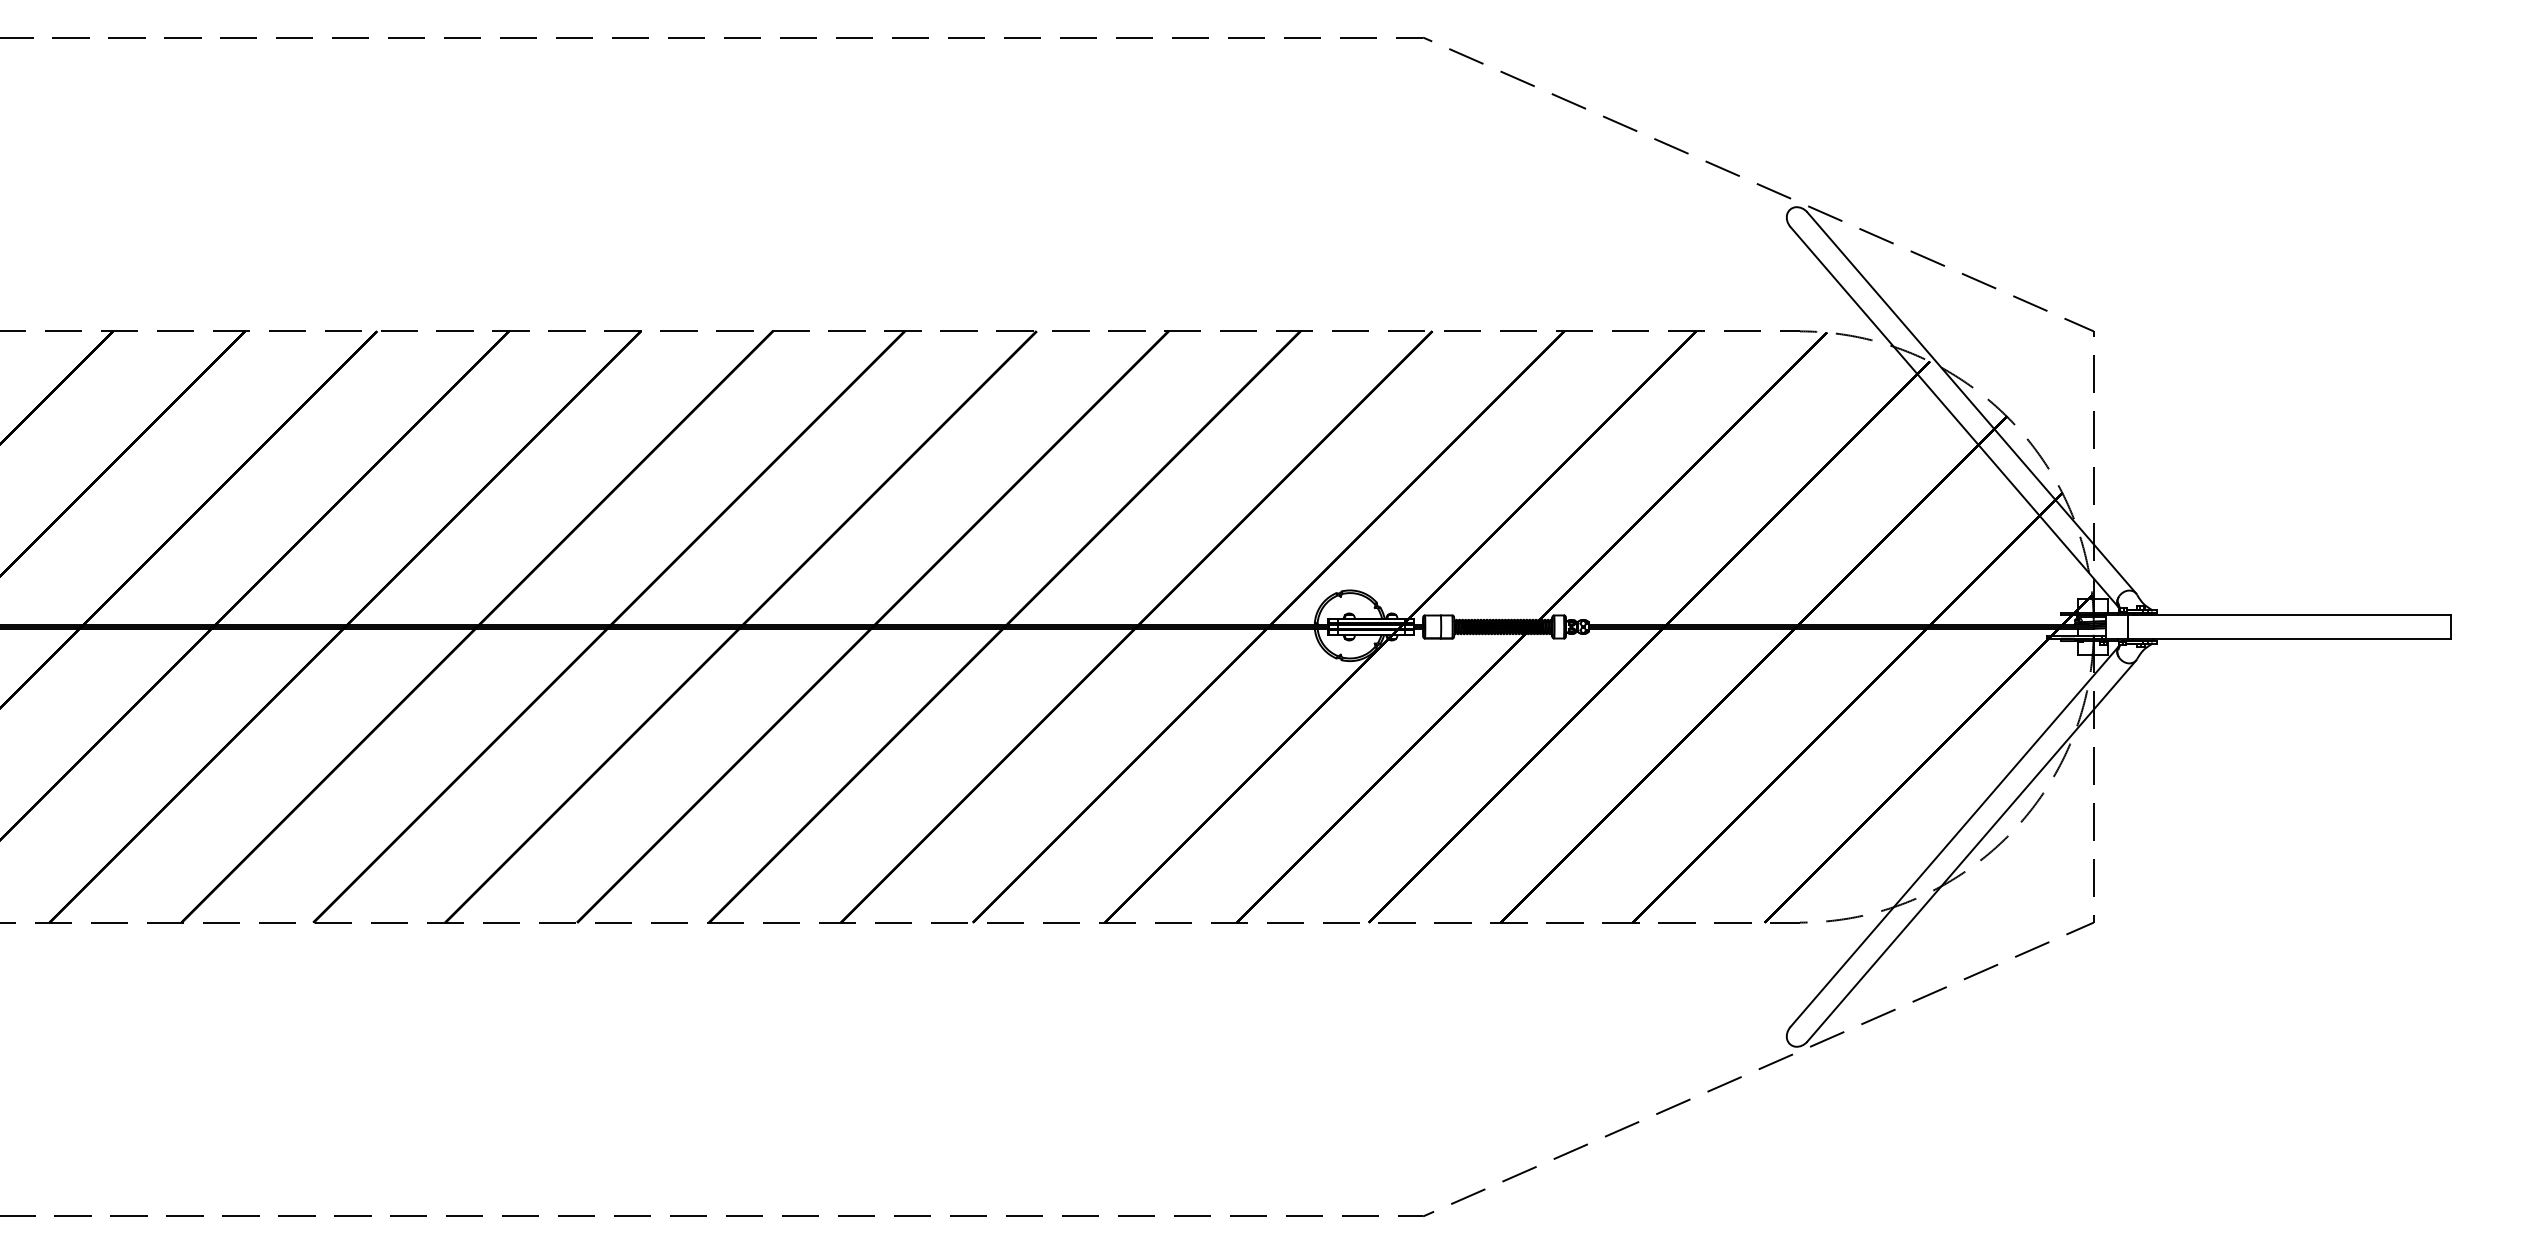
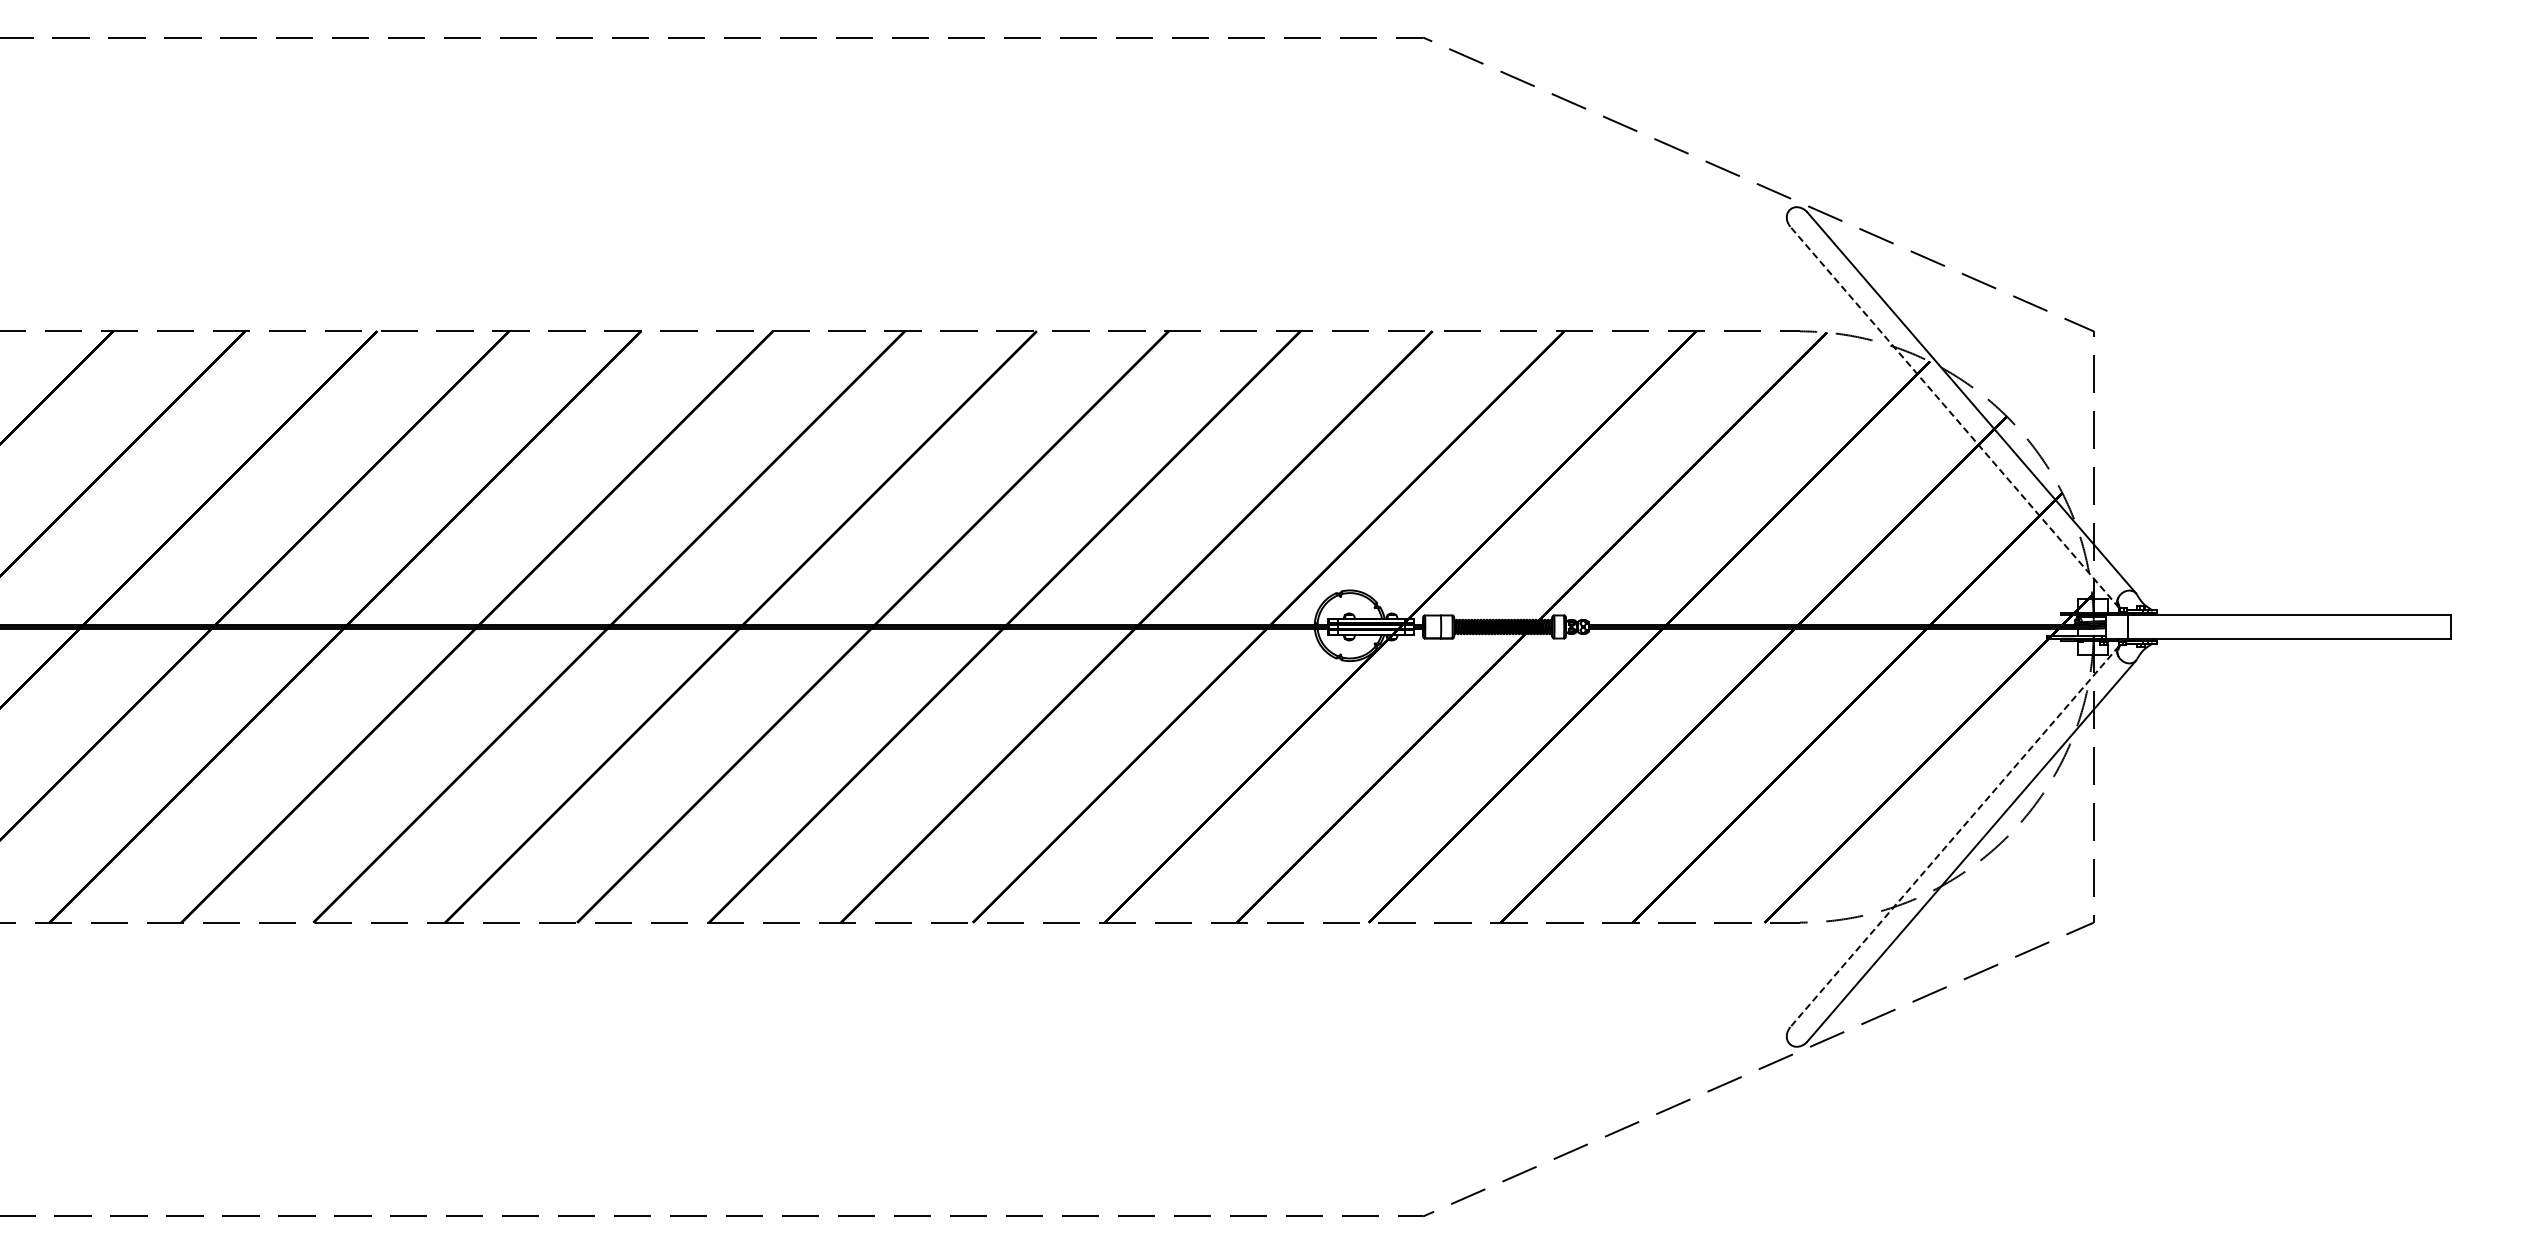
line at (1954, 417): solid -> dashed
line at (1954, 836): solid -> dashed
